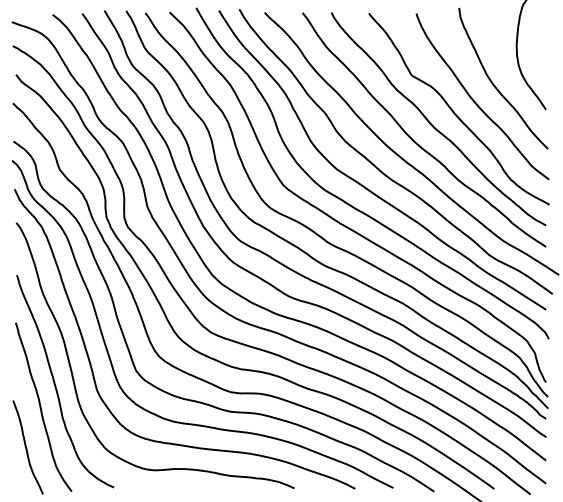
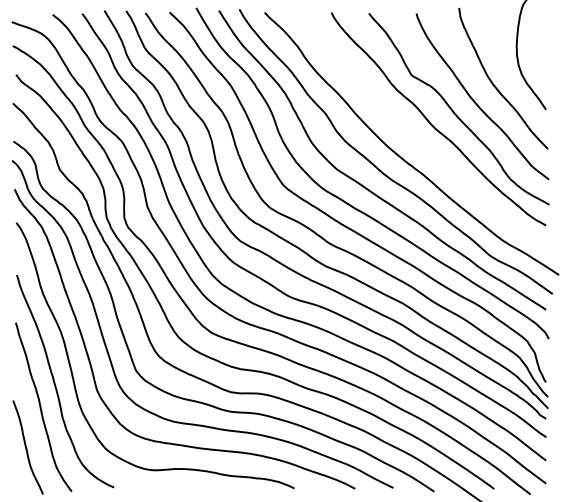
curve at (413, 139): present -> none
